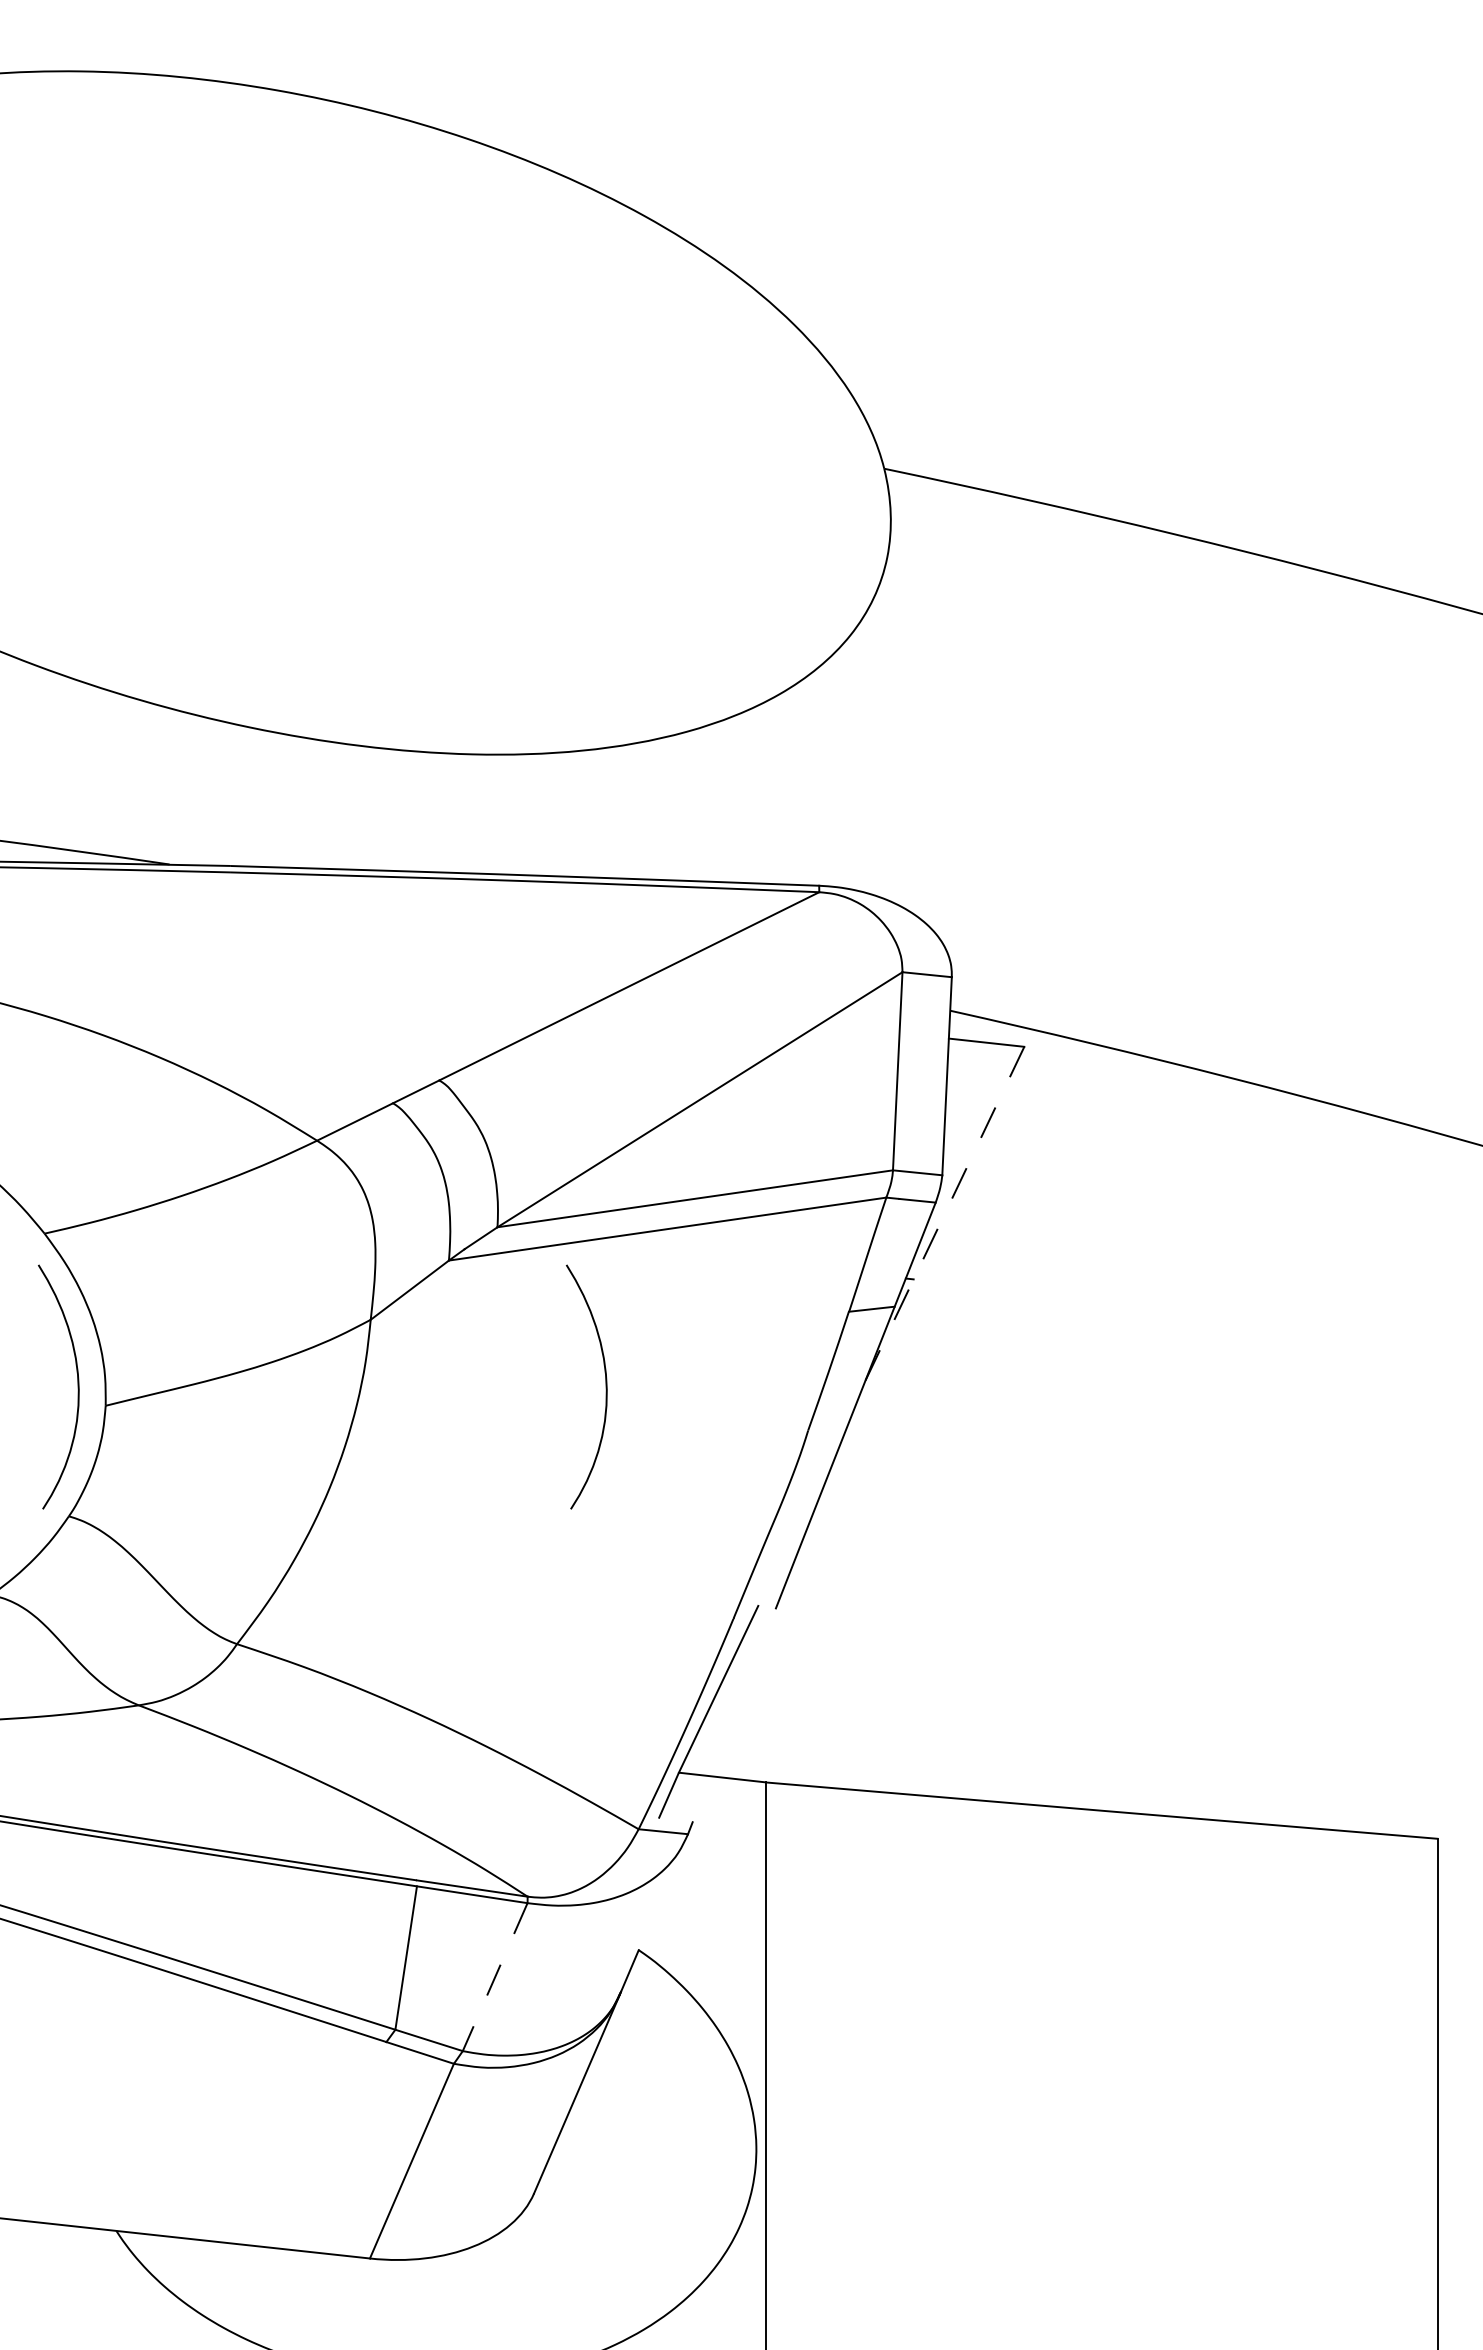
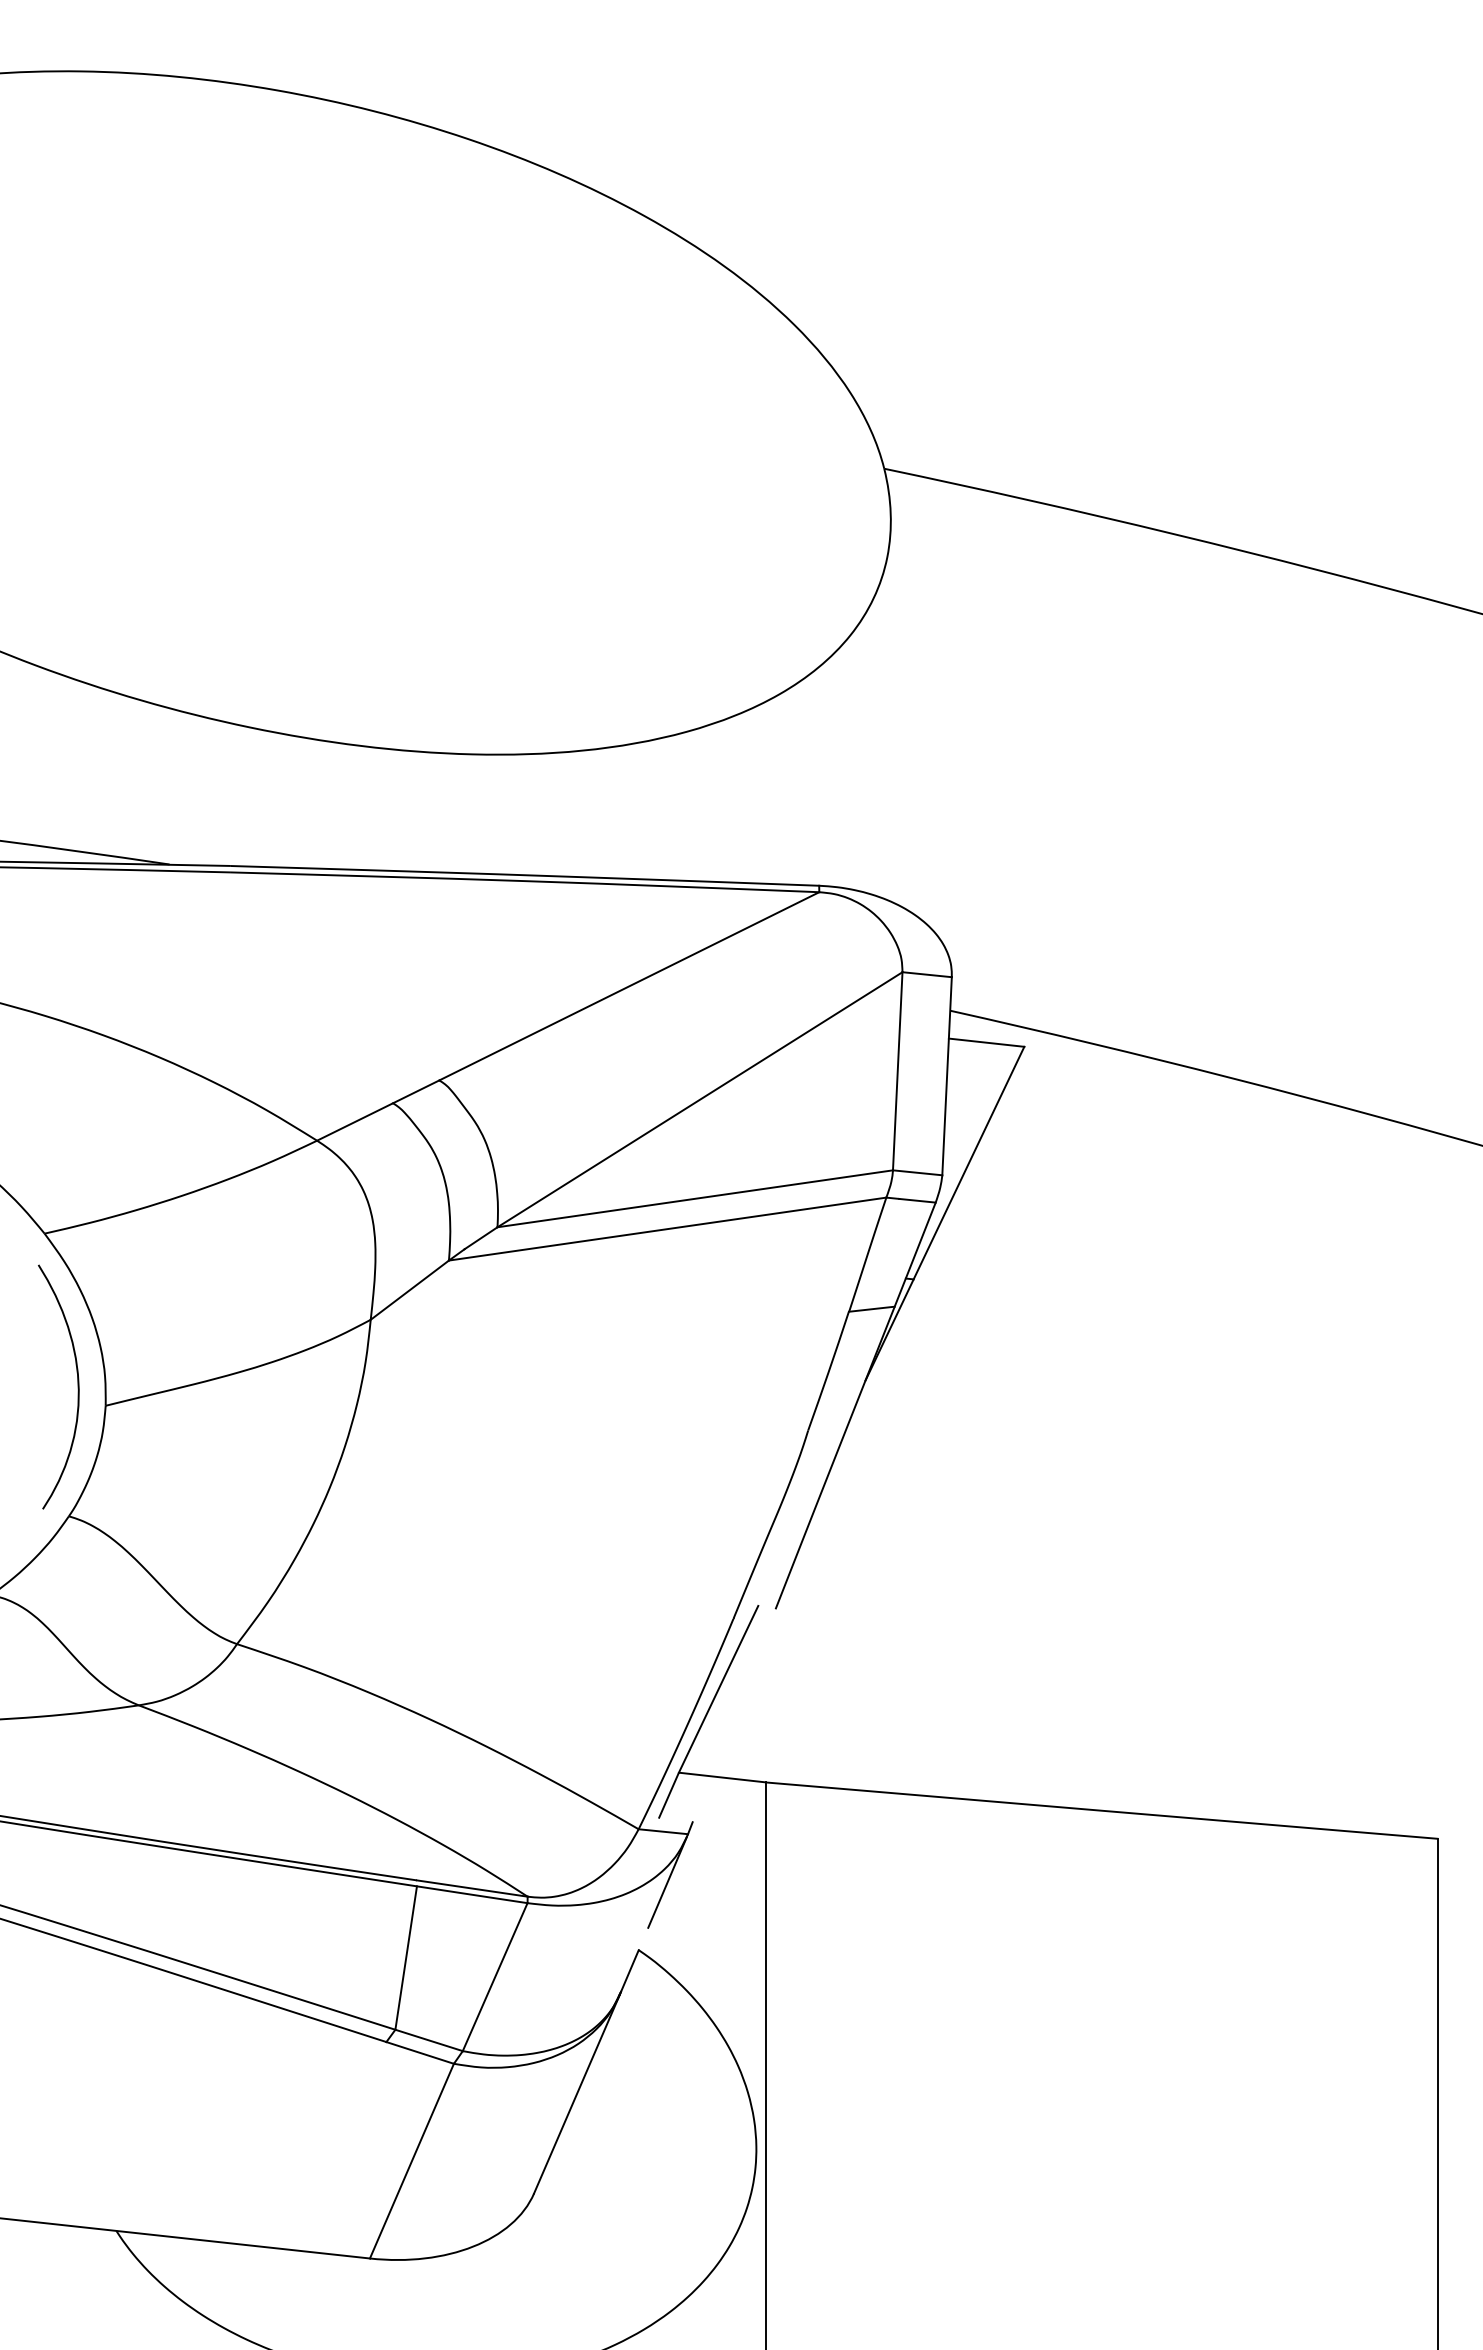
line at (944, 1213): dashed -> solid
curve at (605, 1386): present -> none
line at (667, 1882): none -> present
line at (495, 1977): dashed -> solid
